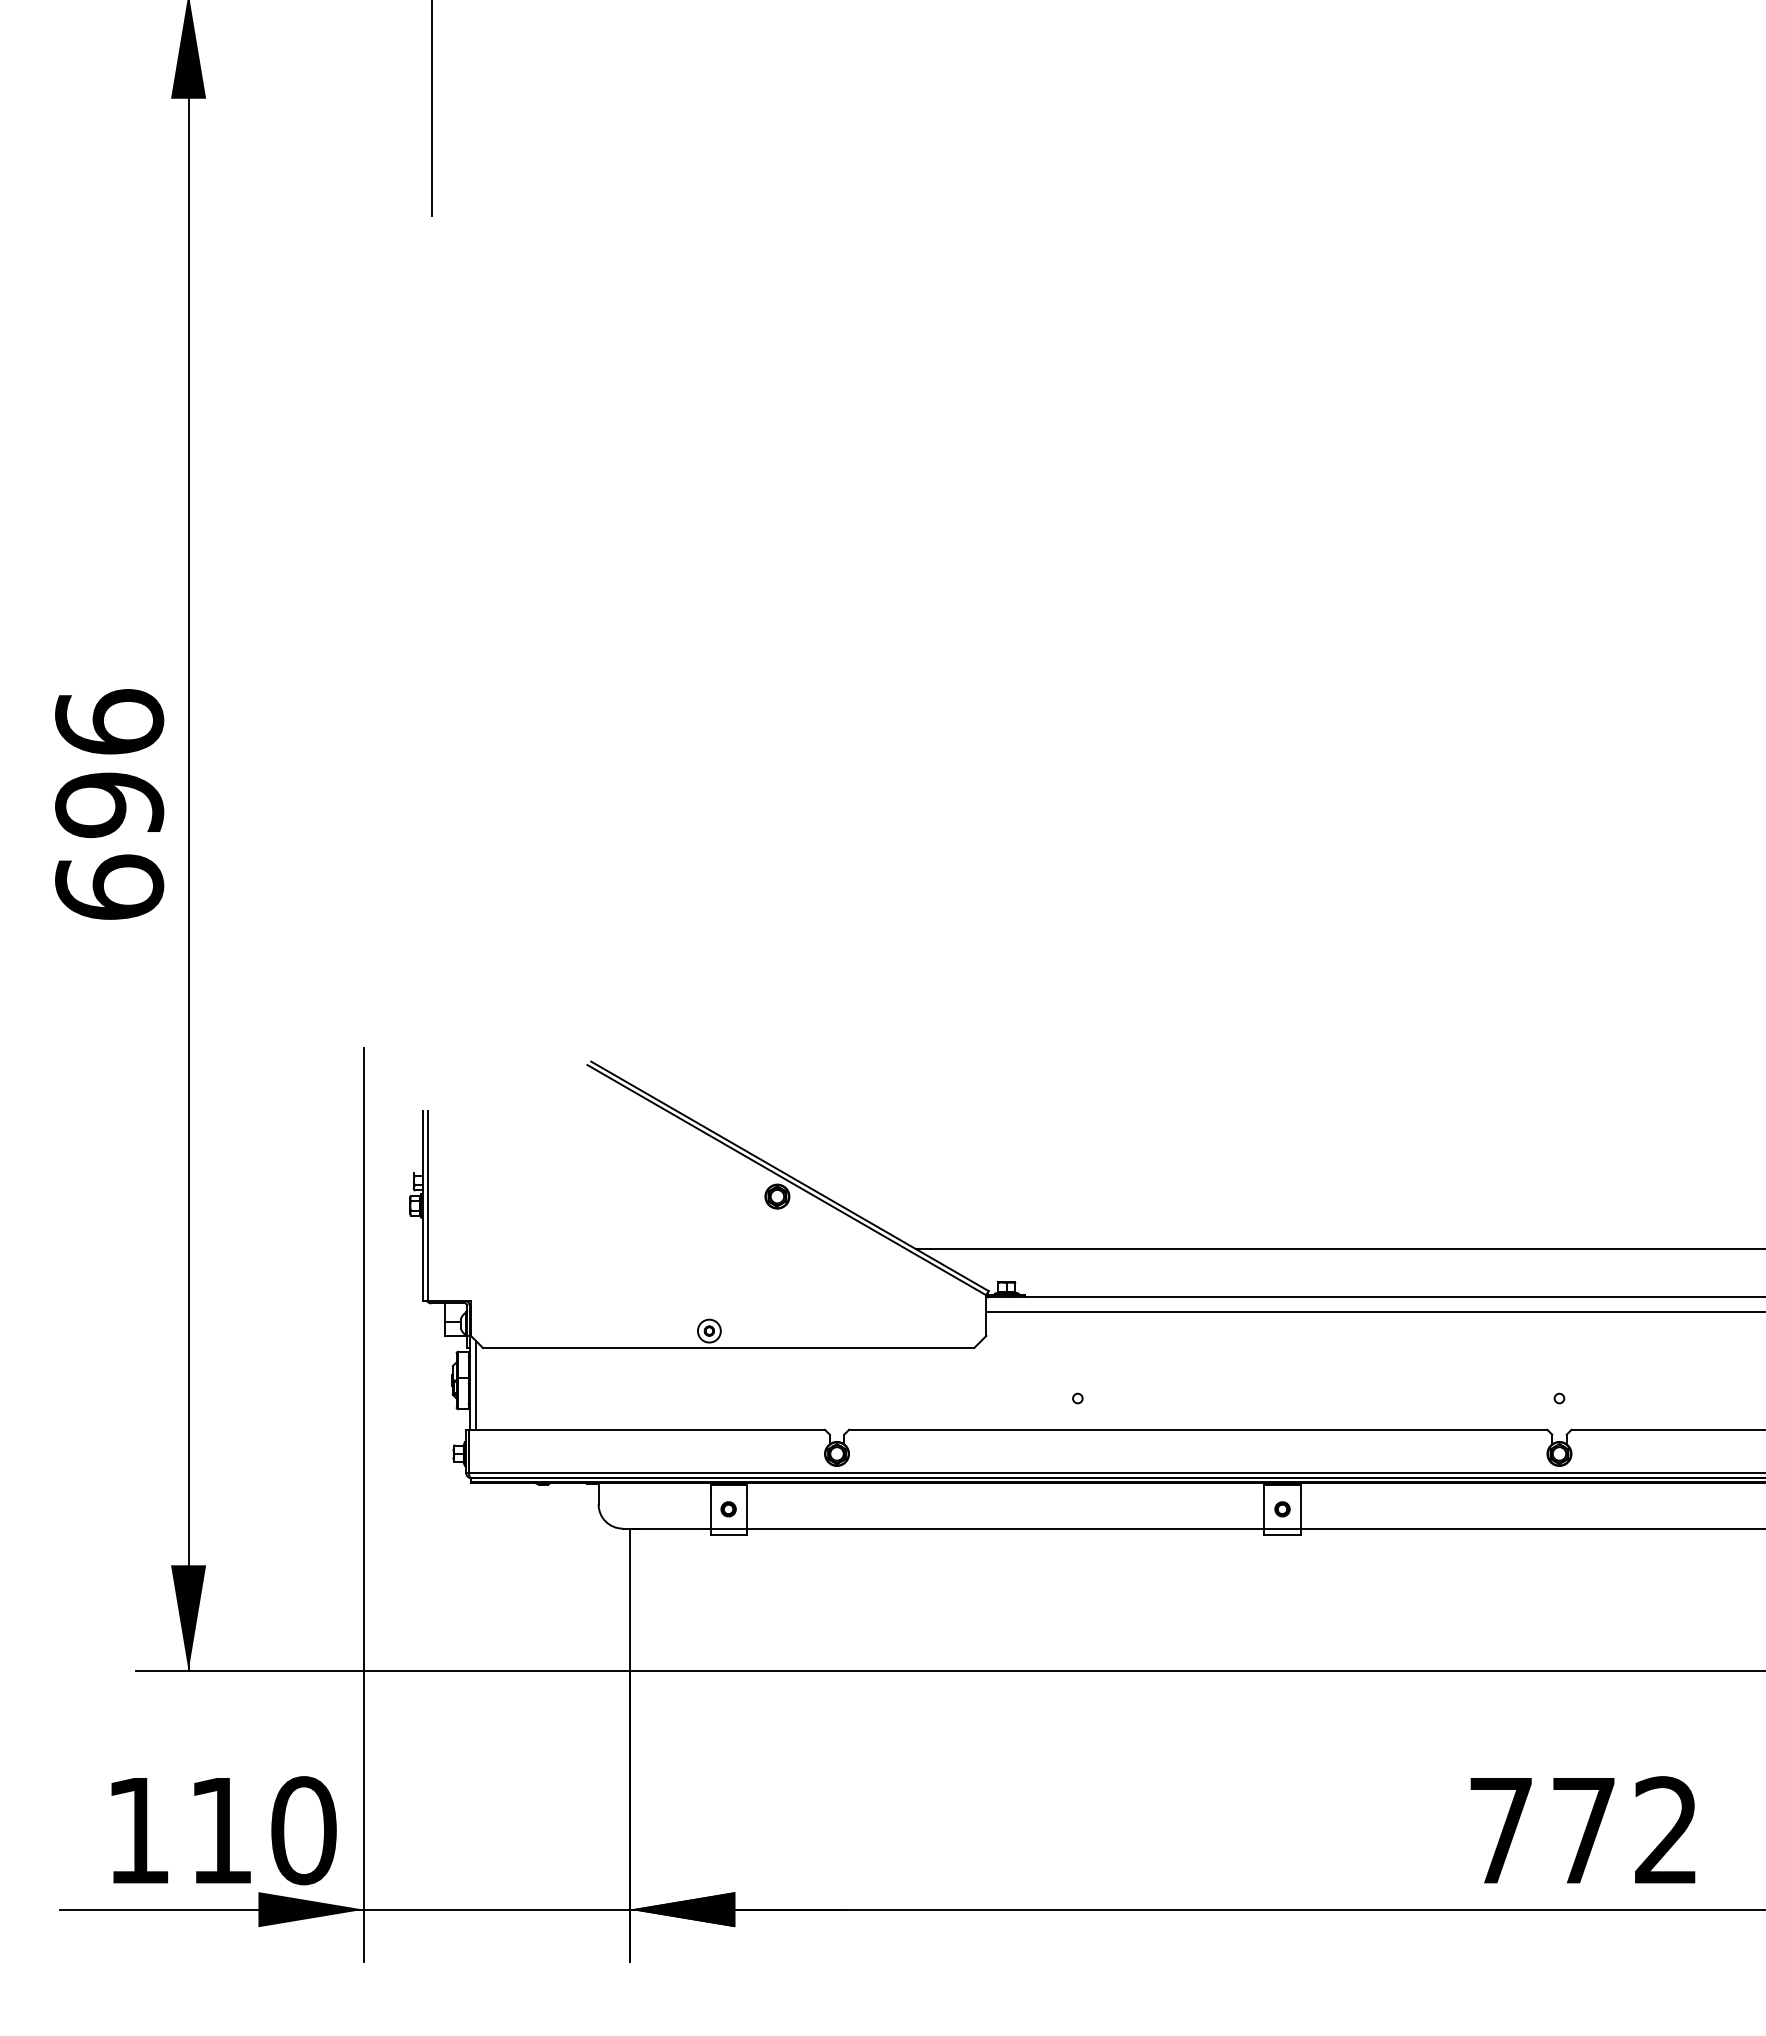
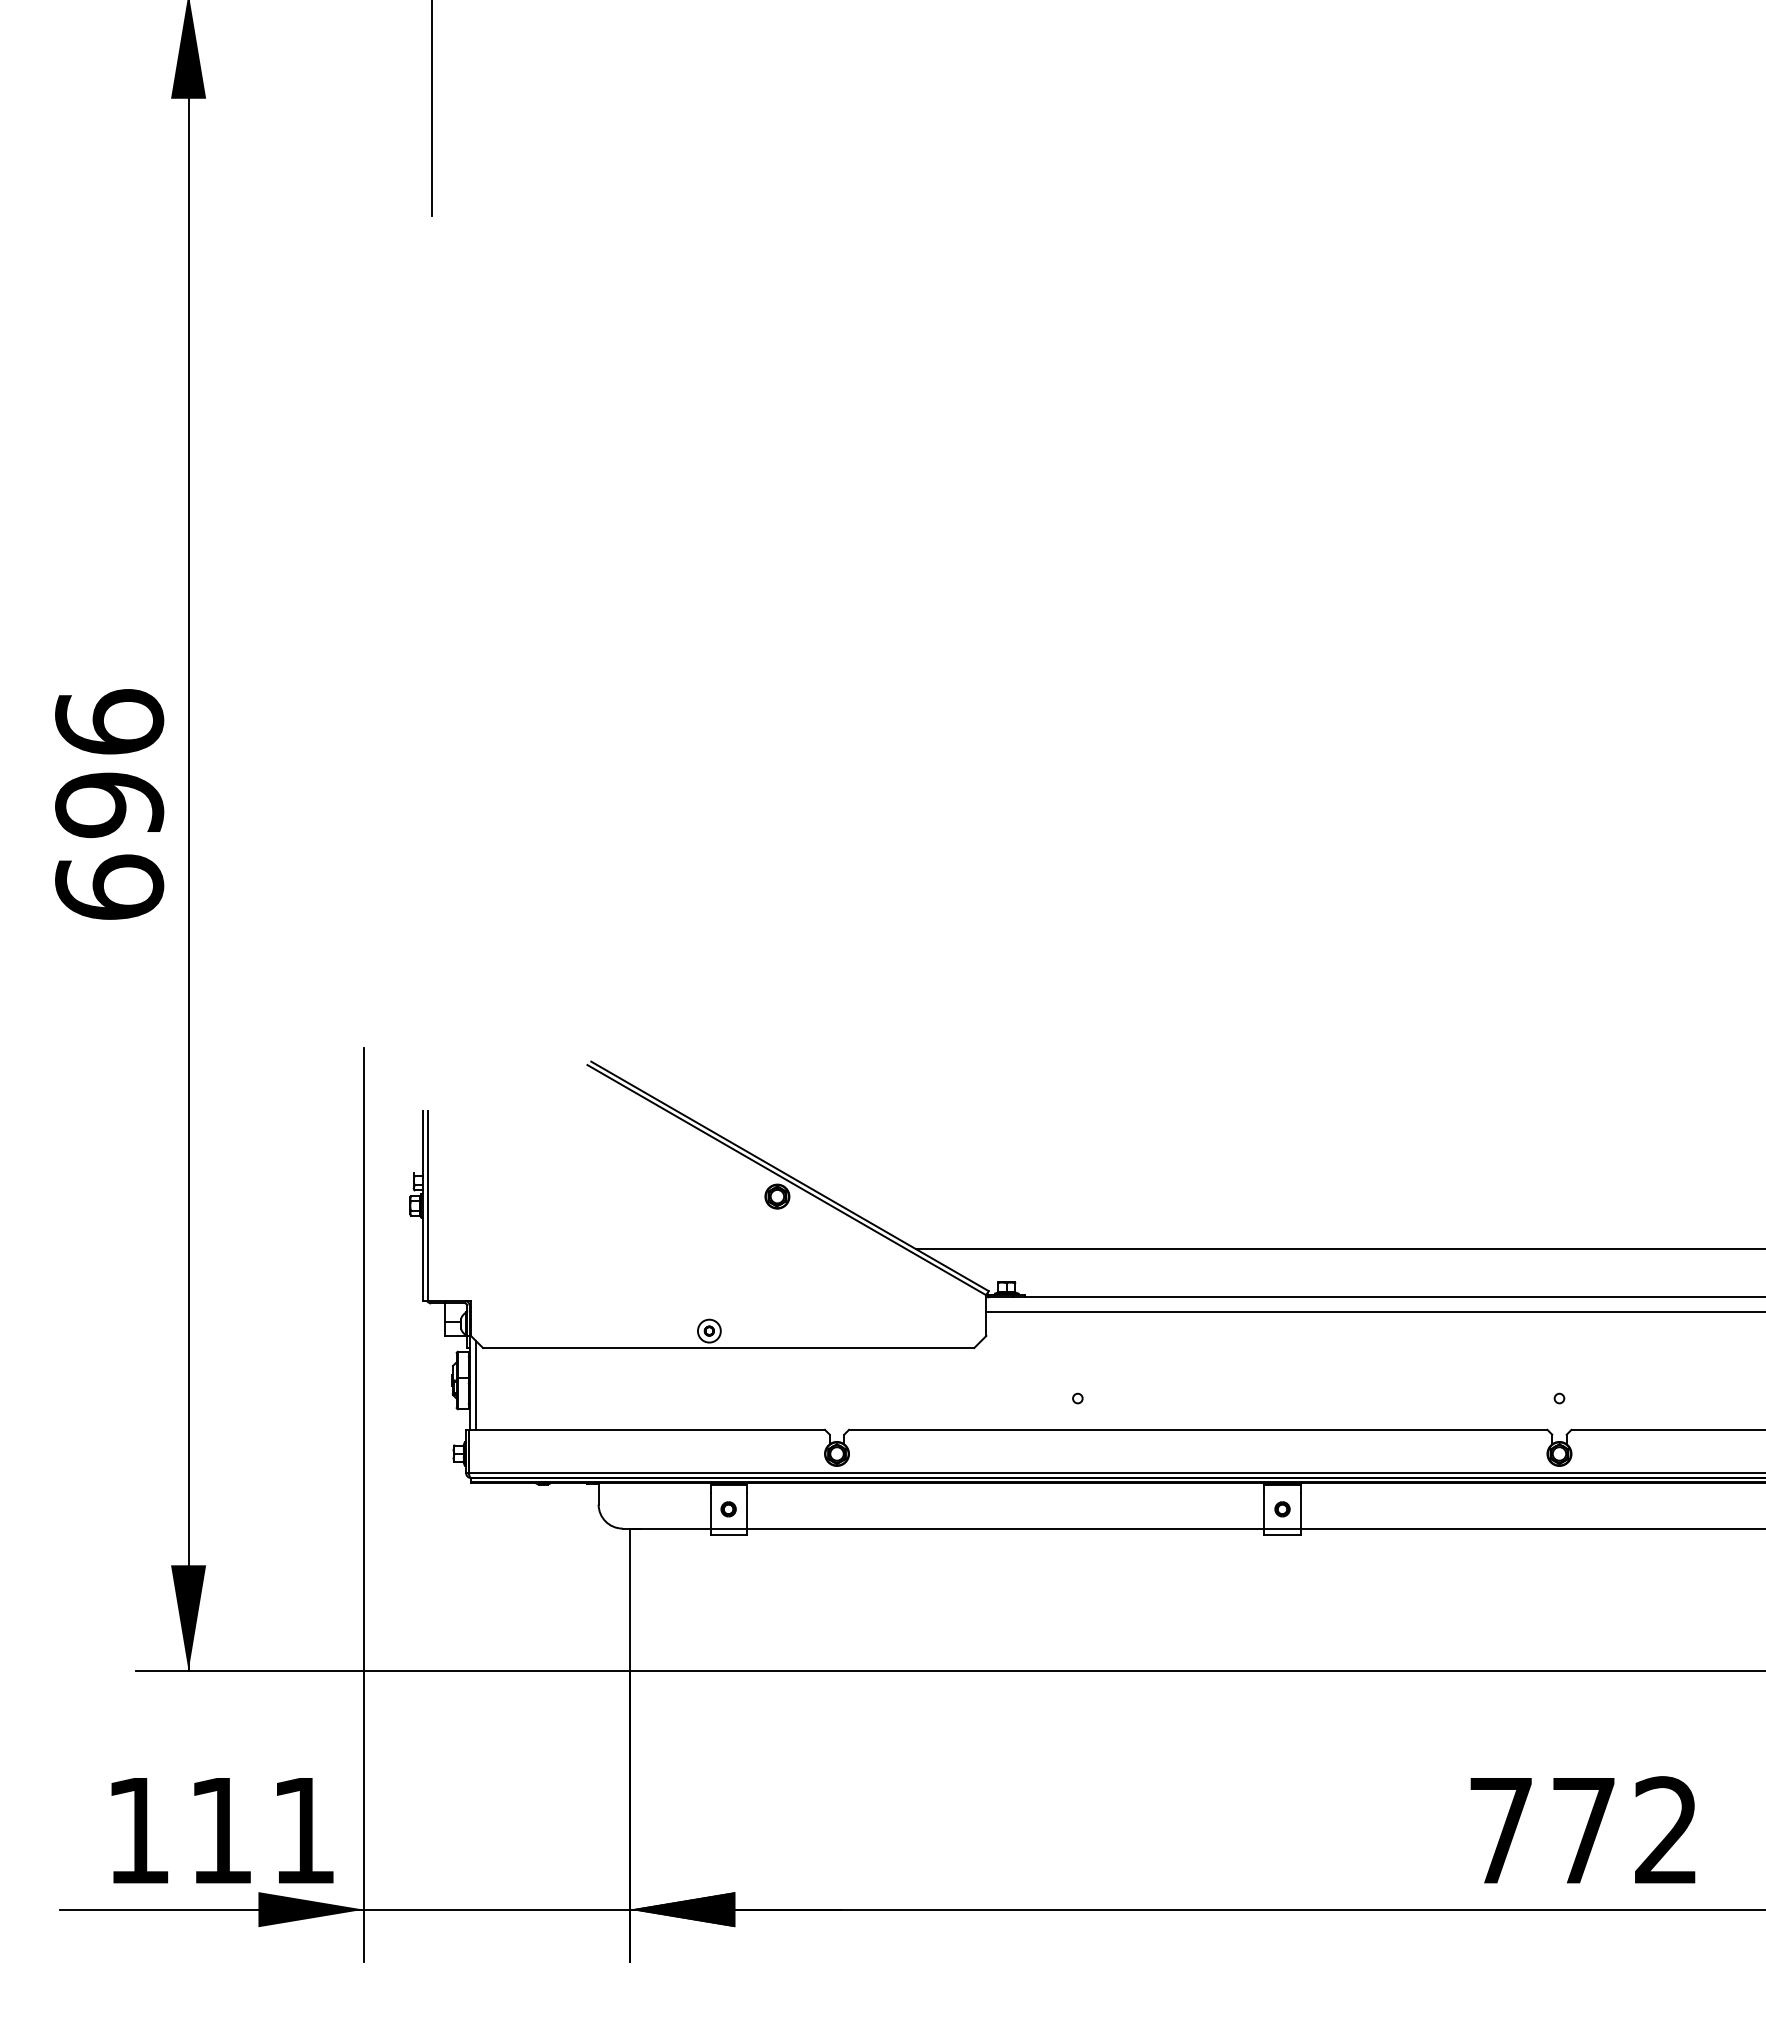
text at (303, 1830): 110 -> 111
